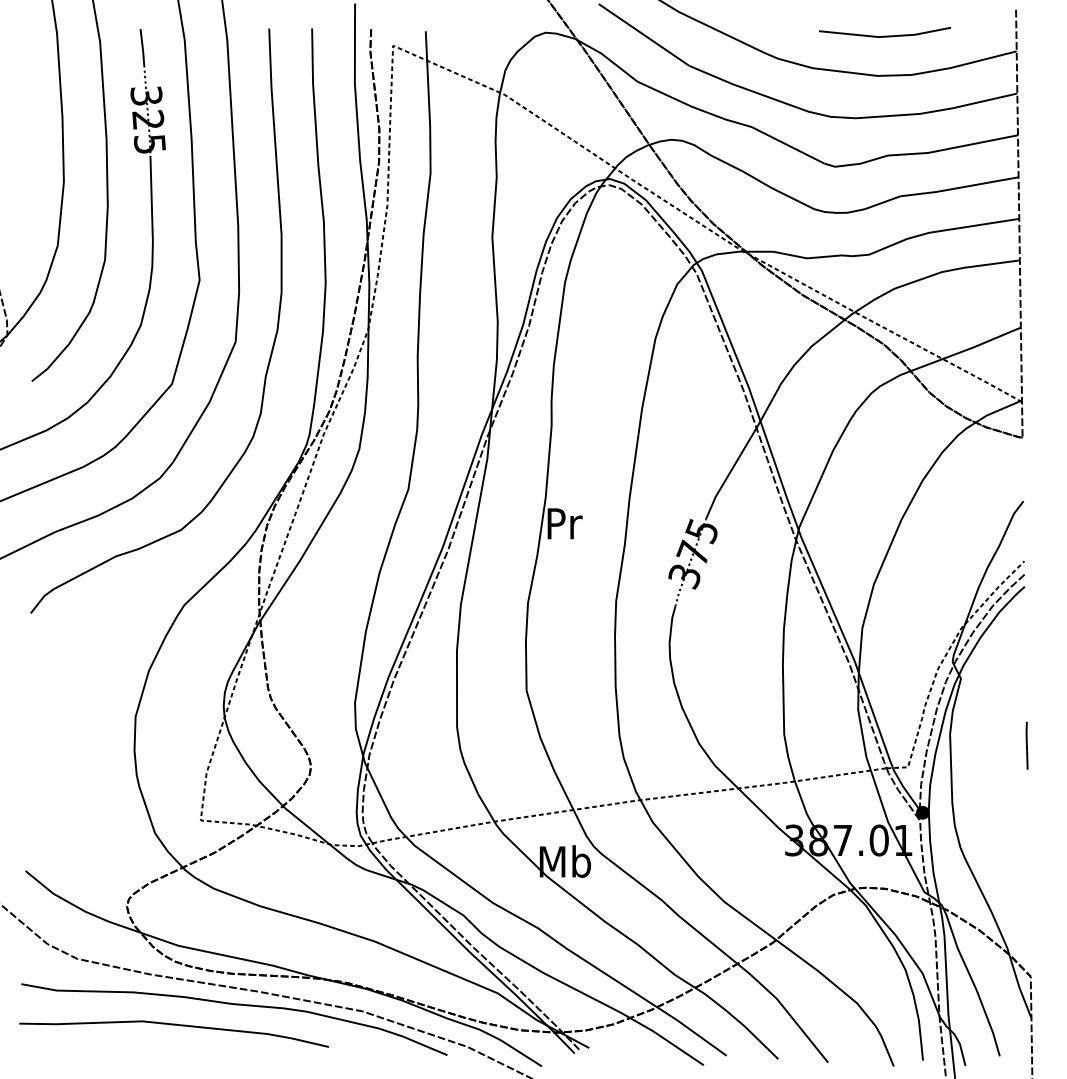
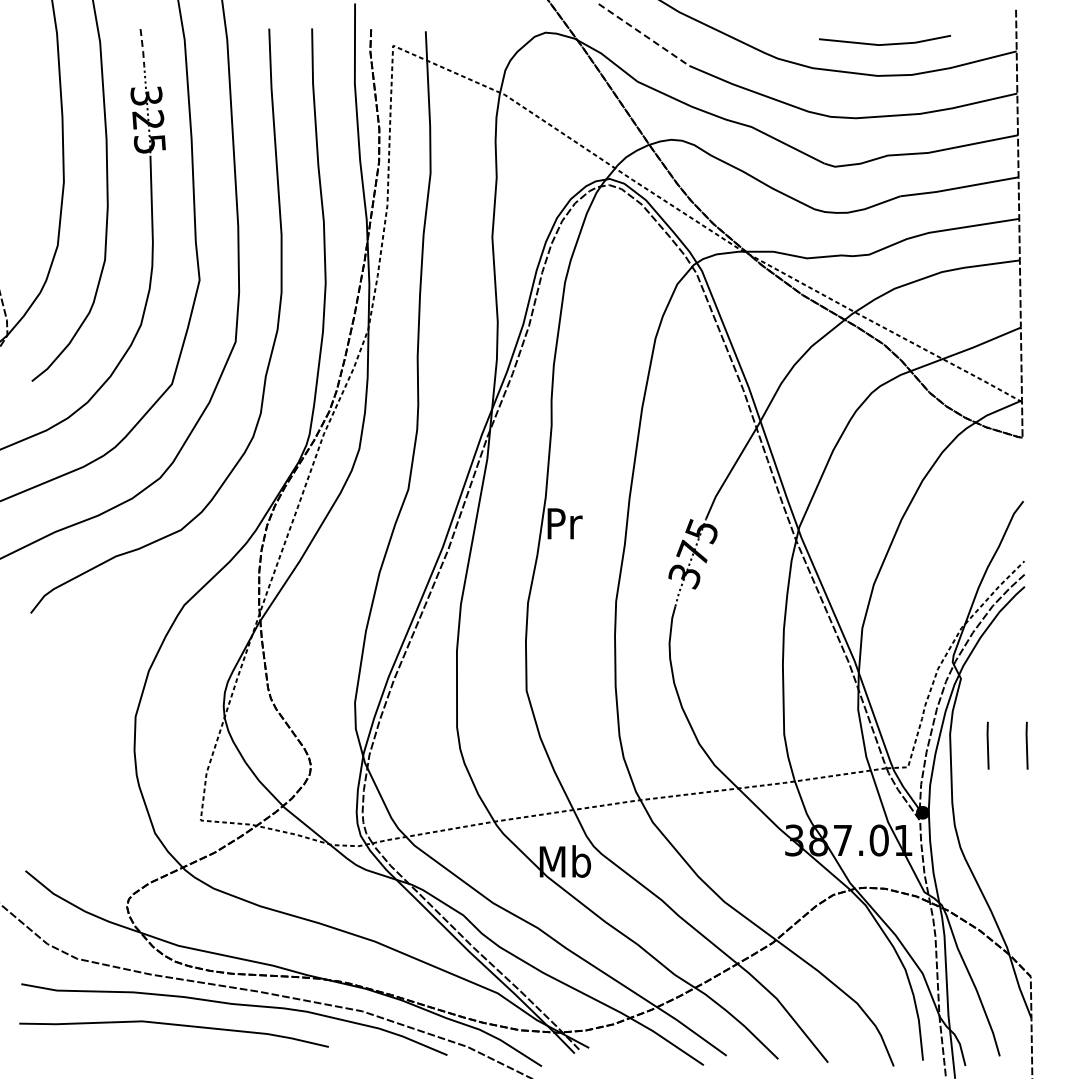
line at (644, 34): solid -> dashed
line at (885, 35) position: (885, 35) -> (885, 43)
line at (142, 47): solid -> dashed
line at (987, 745): none -> present
